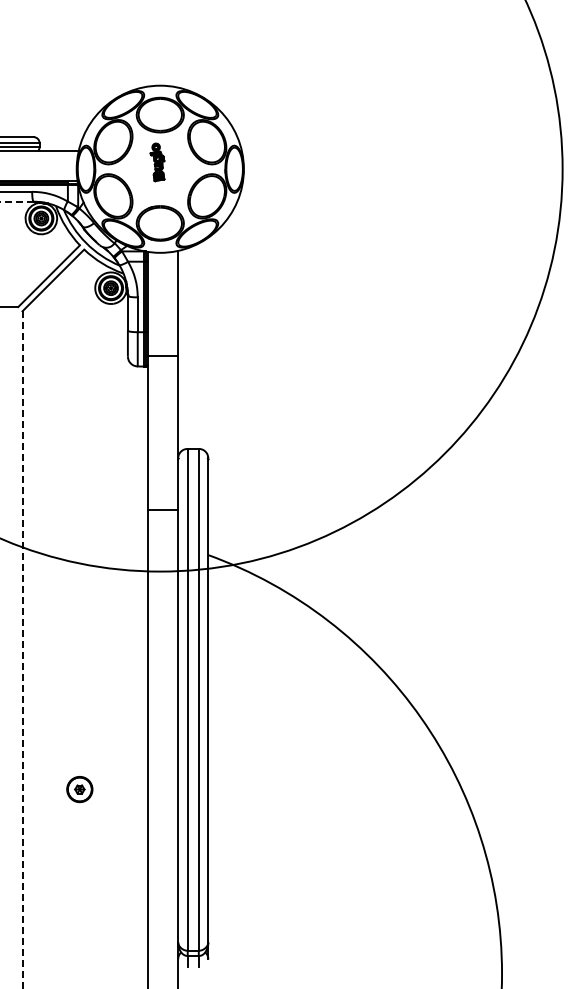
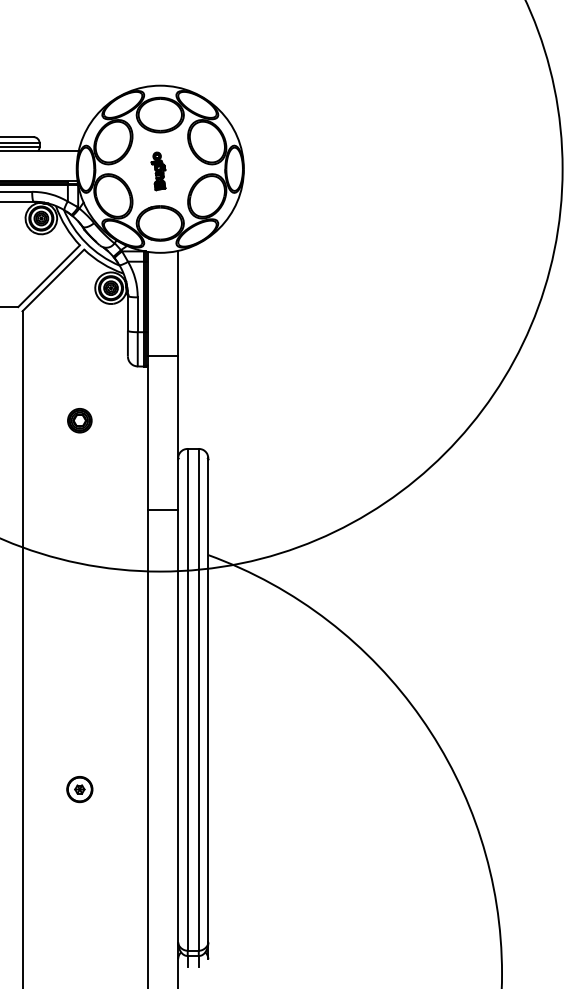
part at (157, 162) position: (157, 162) -> (158, 171)
line at (16, 201): dashed -> solid
part at (79, 420): none -> present
line at (22, 650): dashed -> solid
